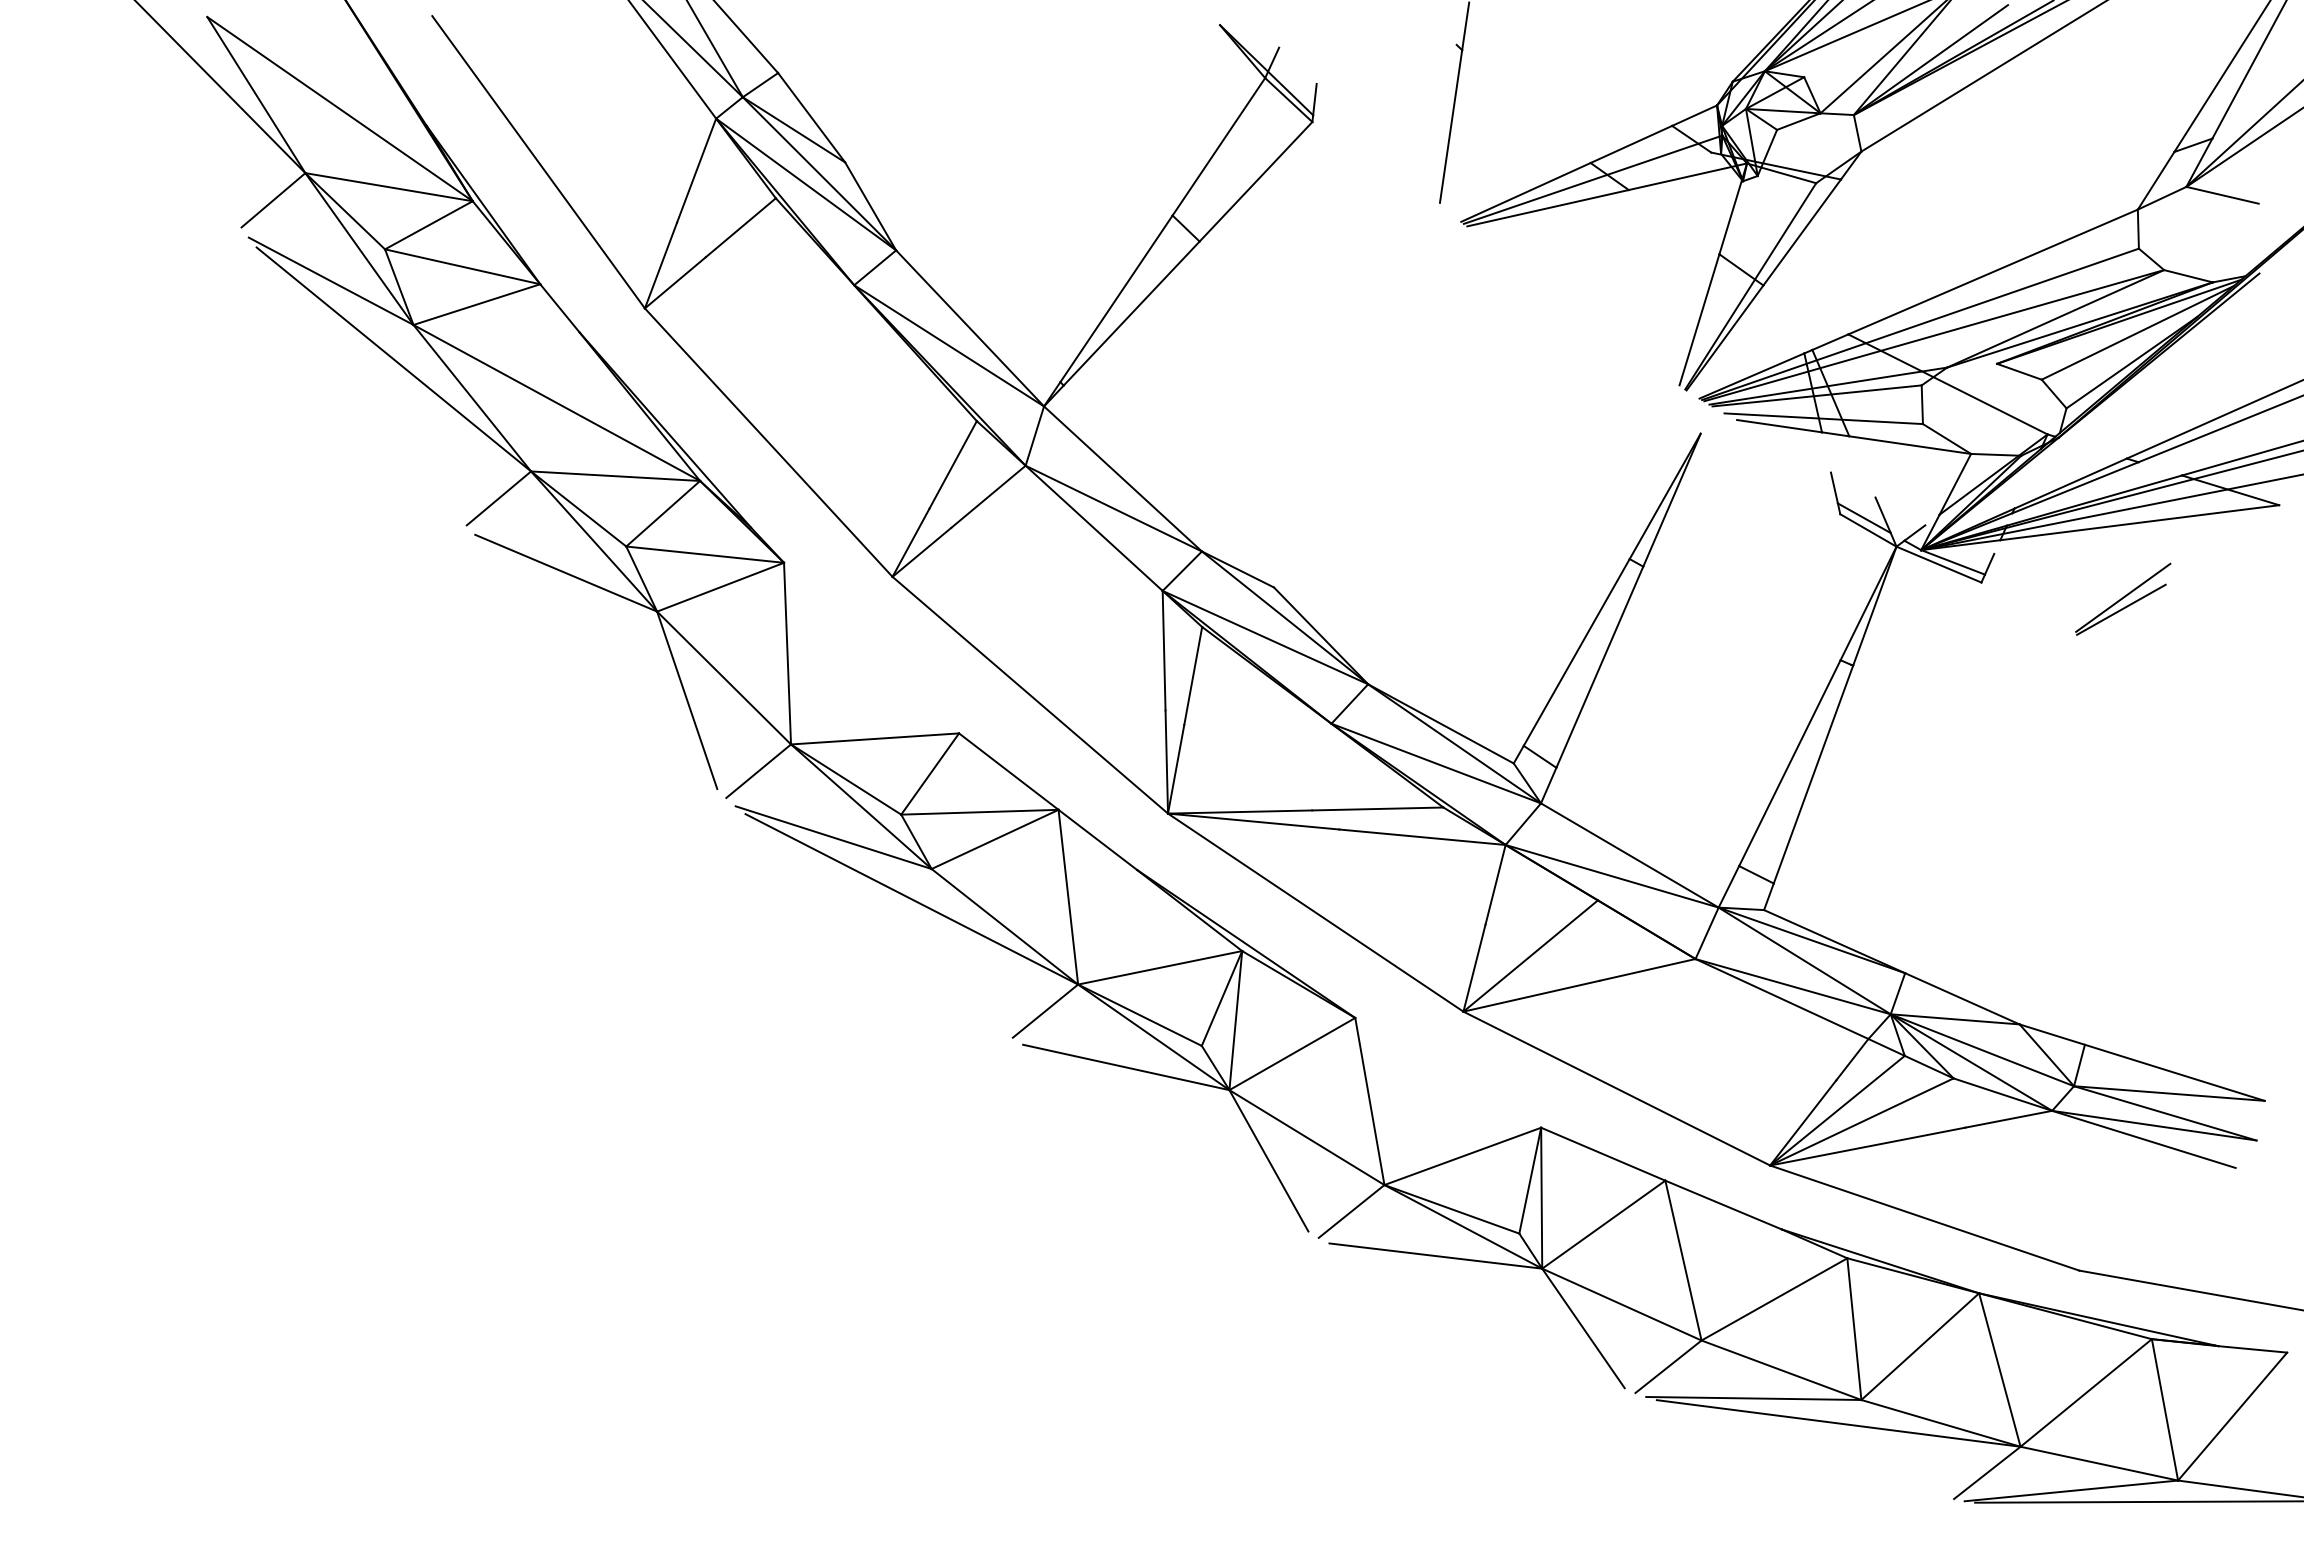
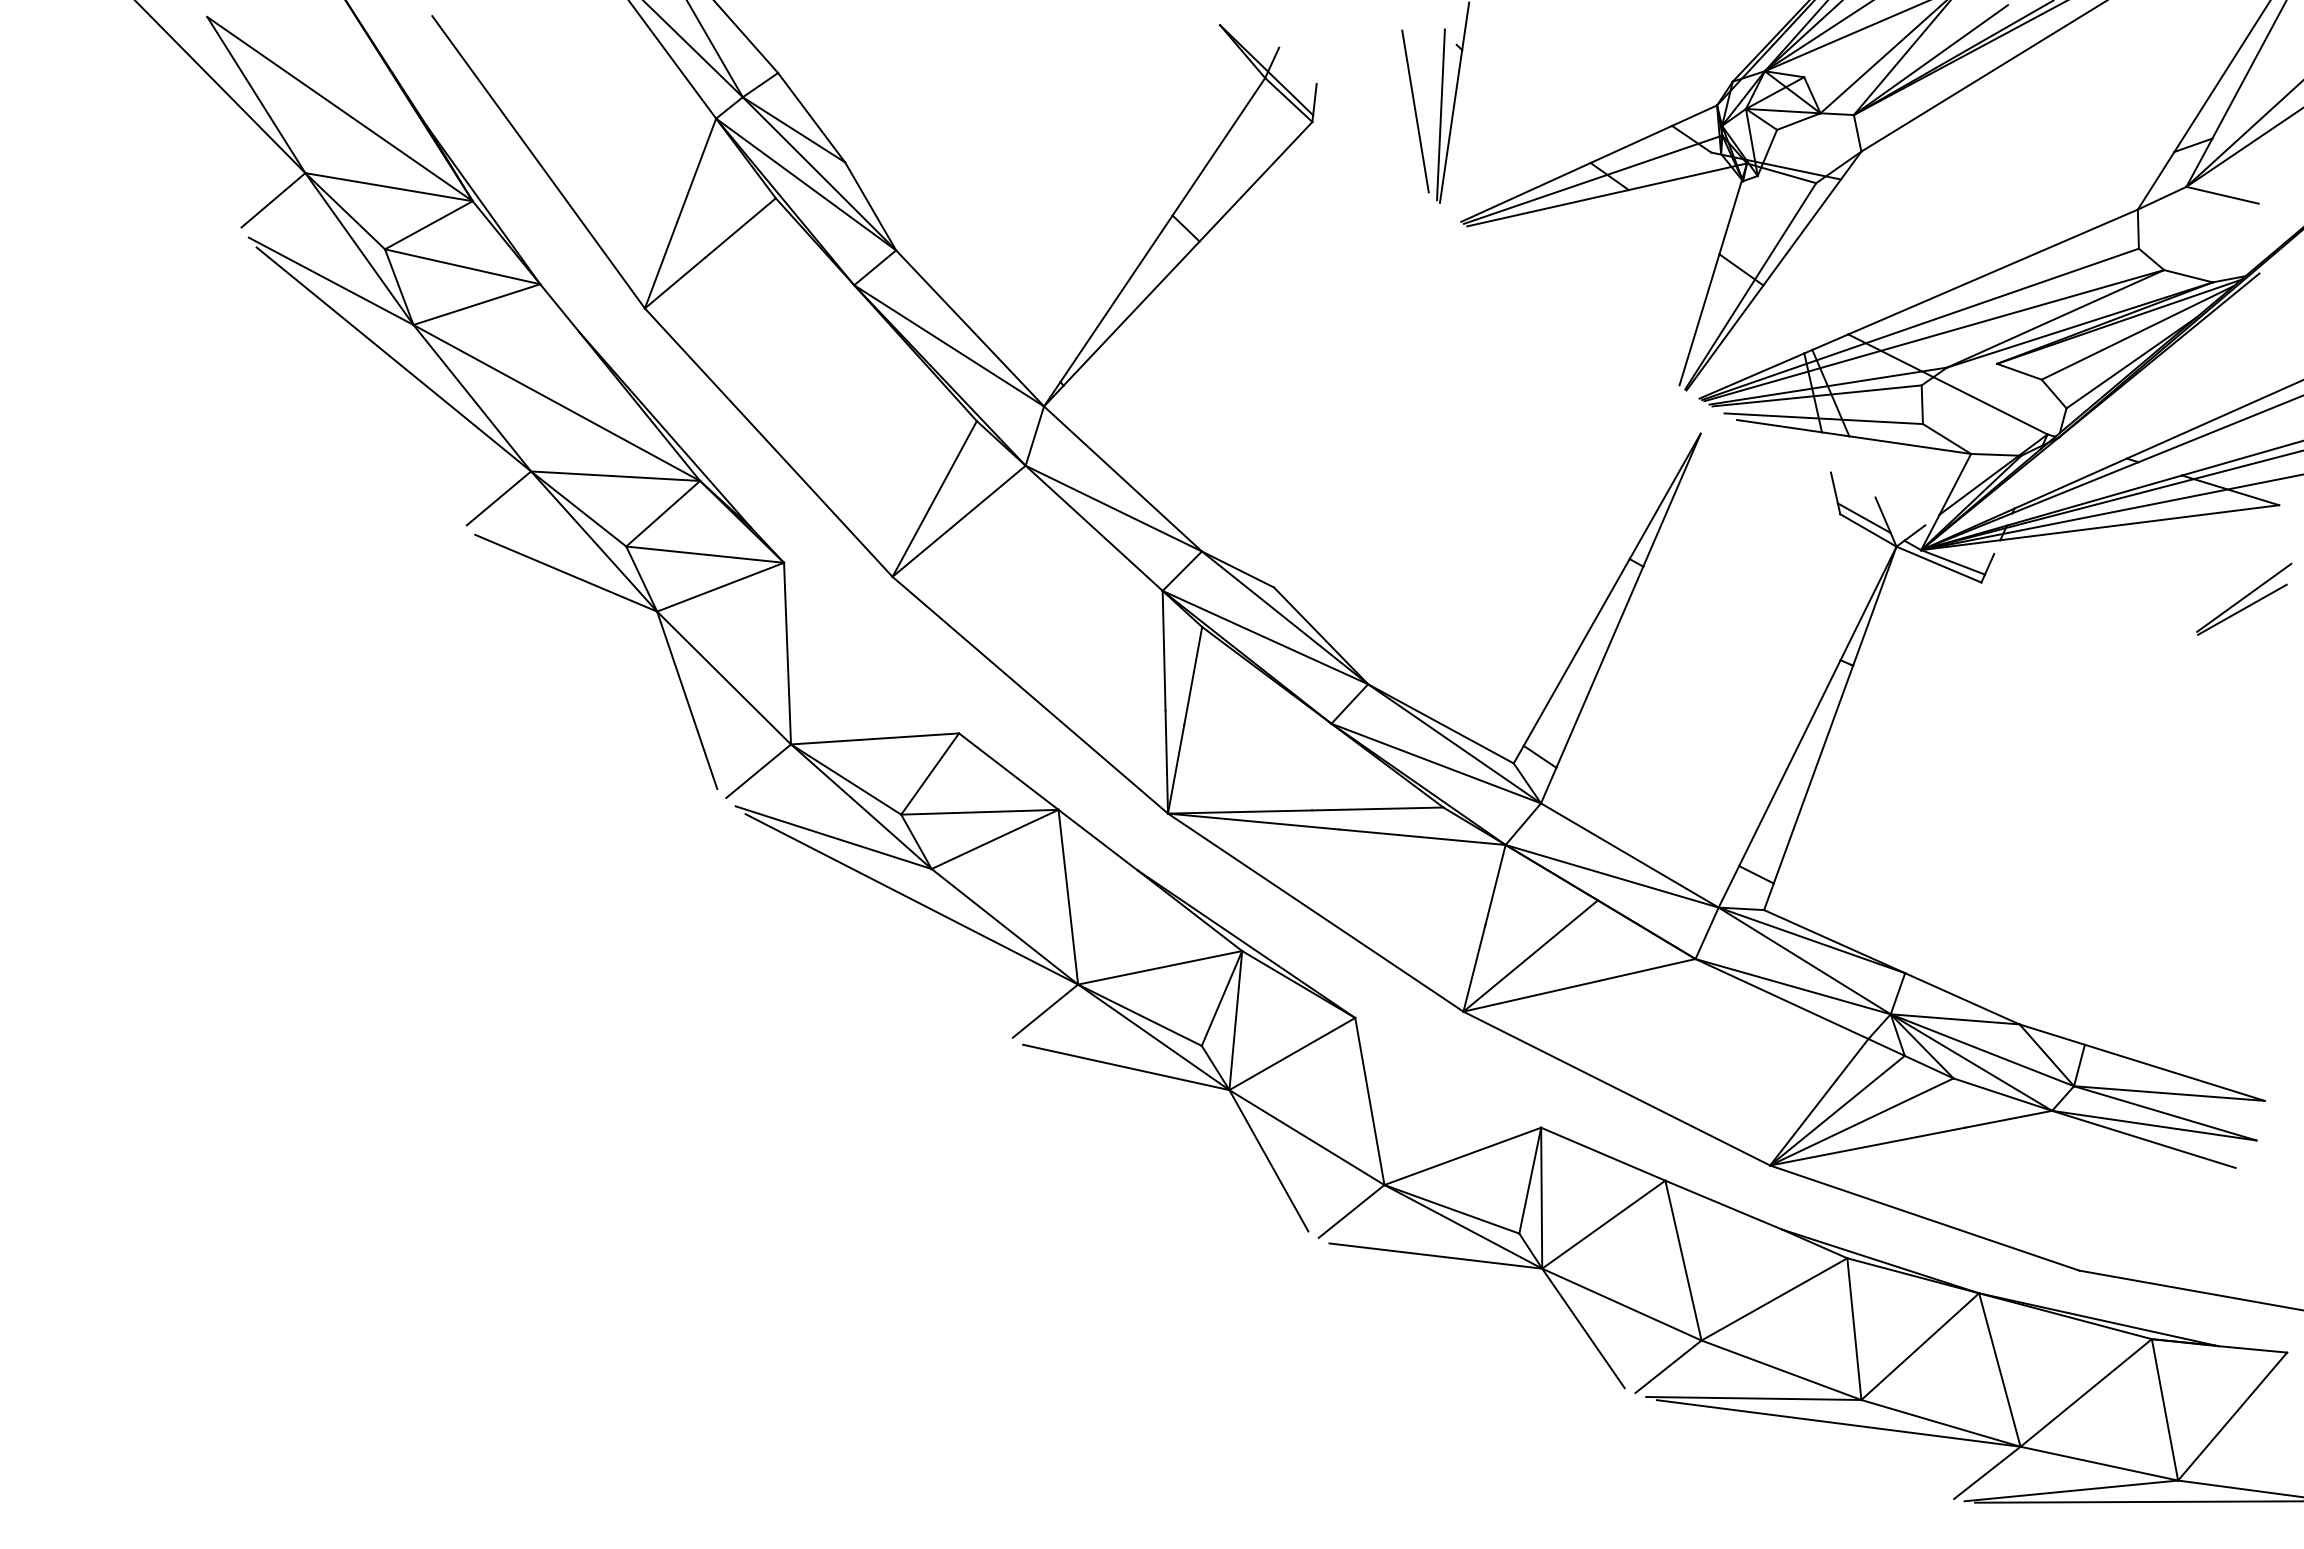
line at (1415, 111): none -> present
line at (1440, 114): none -> present
part at (2123, 598) position: (2123, 598) -> (2244, 598)
